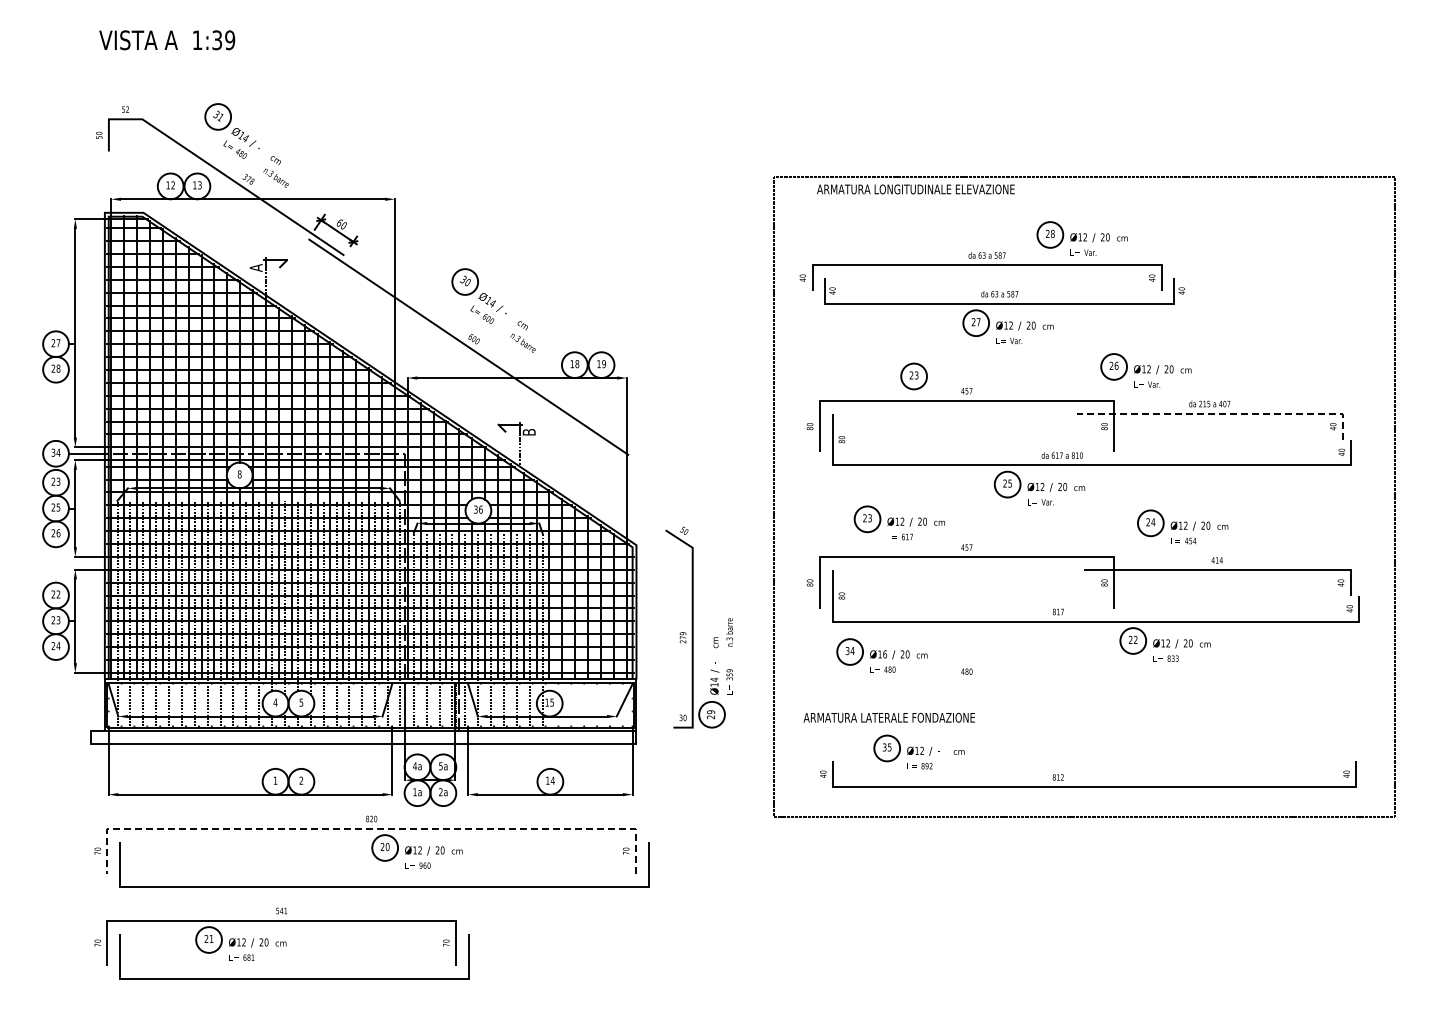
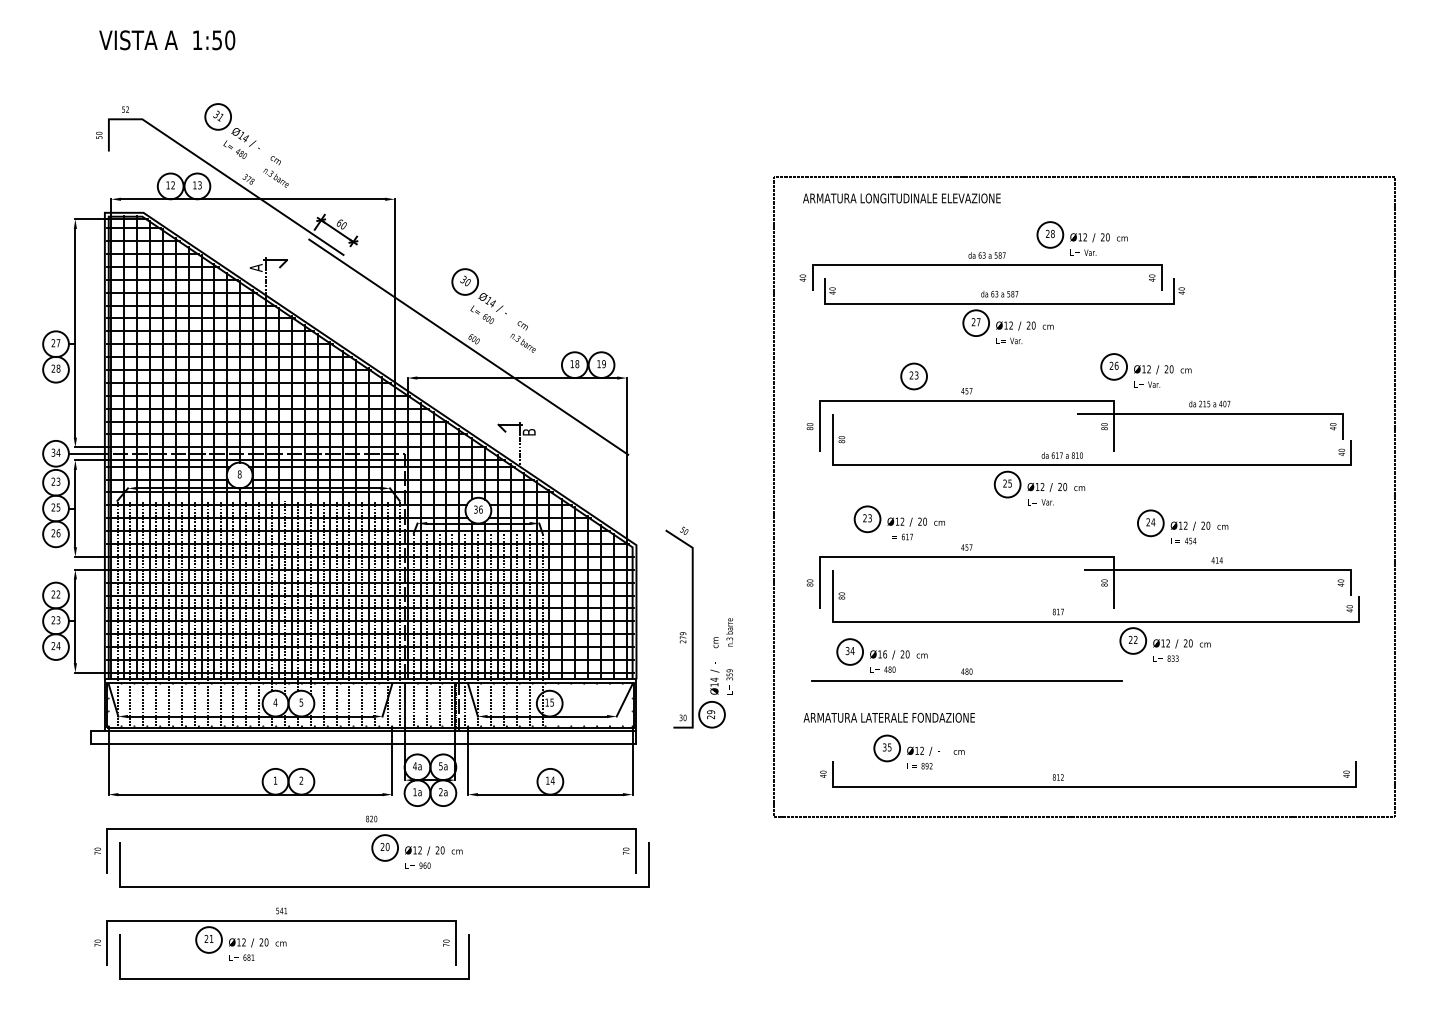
text at (223, 40): 1:39 -> 1:50
text at (915, 189) position: (915, 189) -> (901, 198)
line at (1223, 413): dashed -> solid
line at (966, 681): none -> present
line at (371, 828): dashed -> solid
